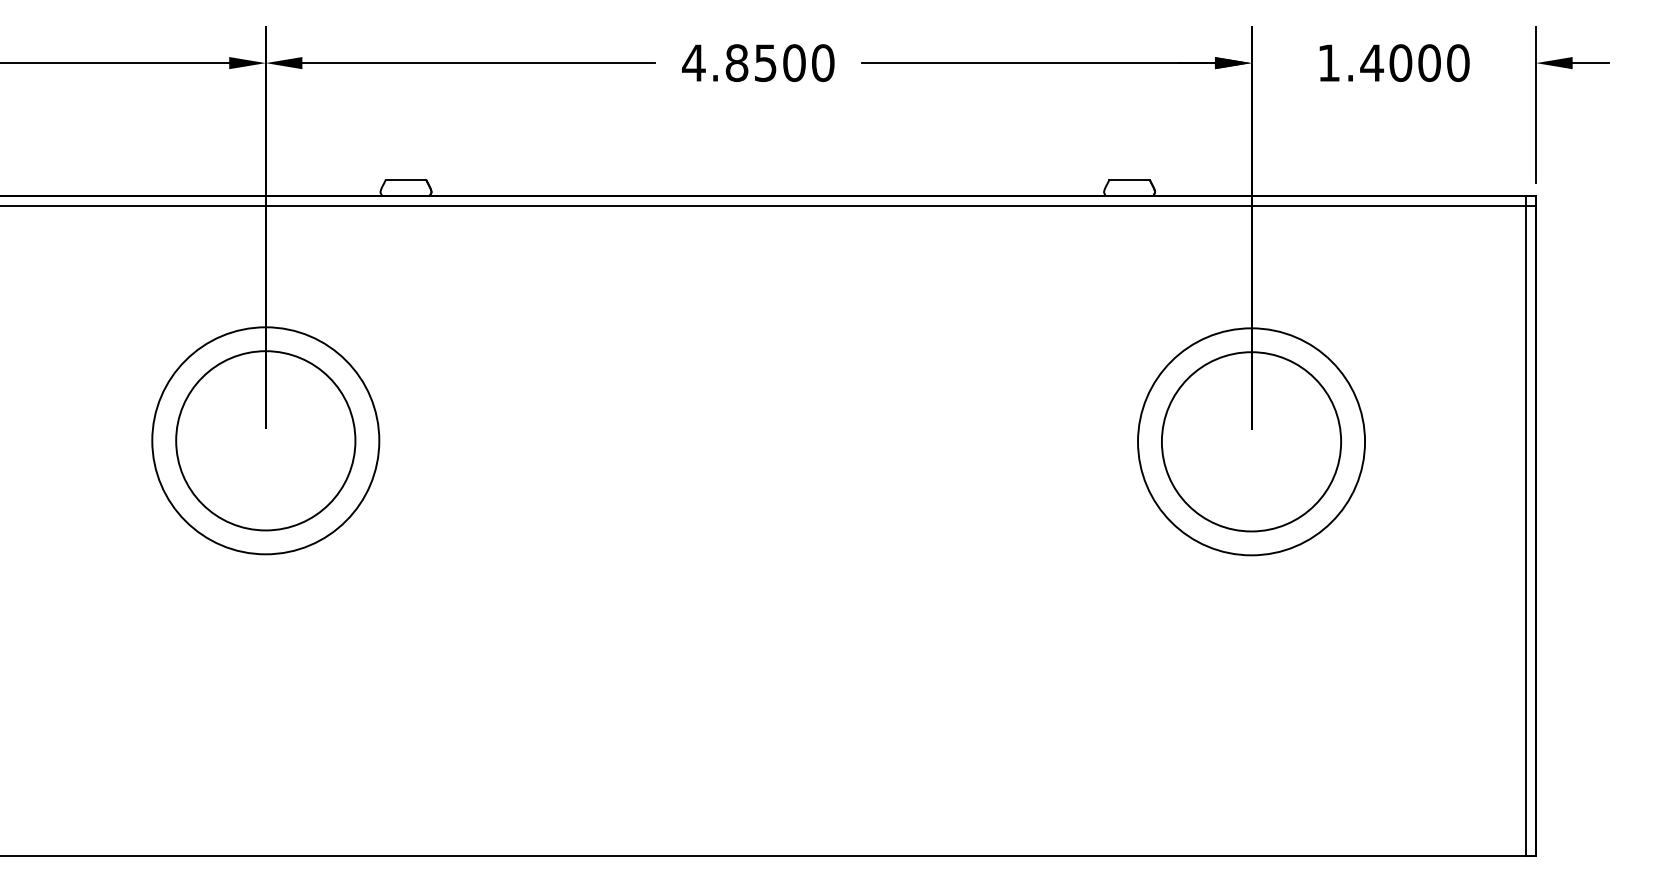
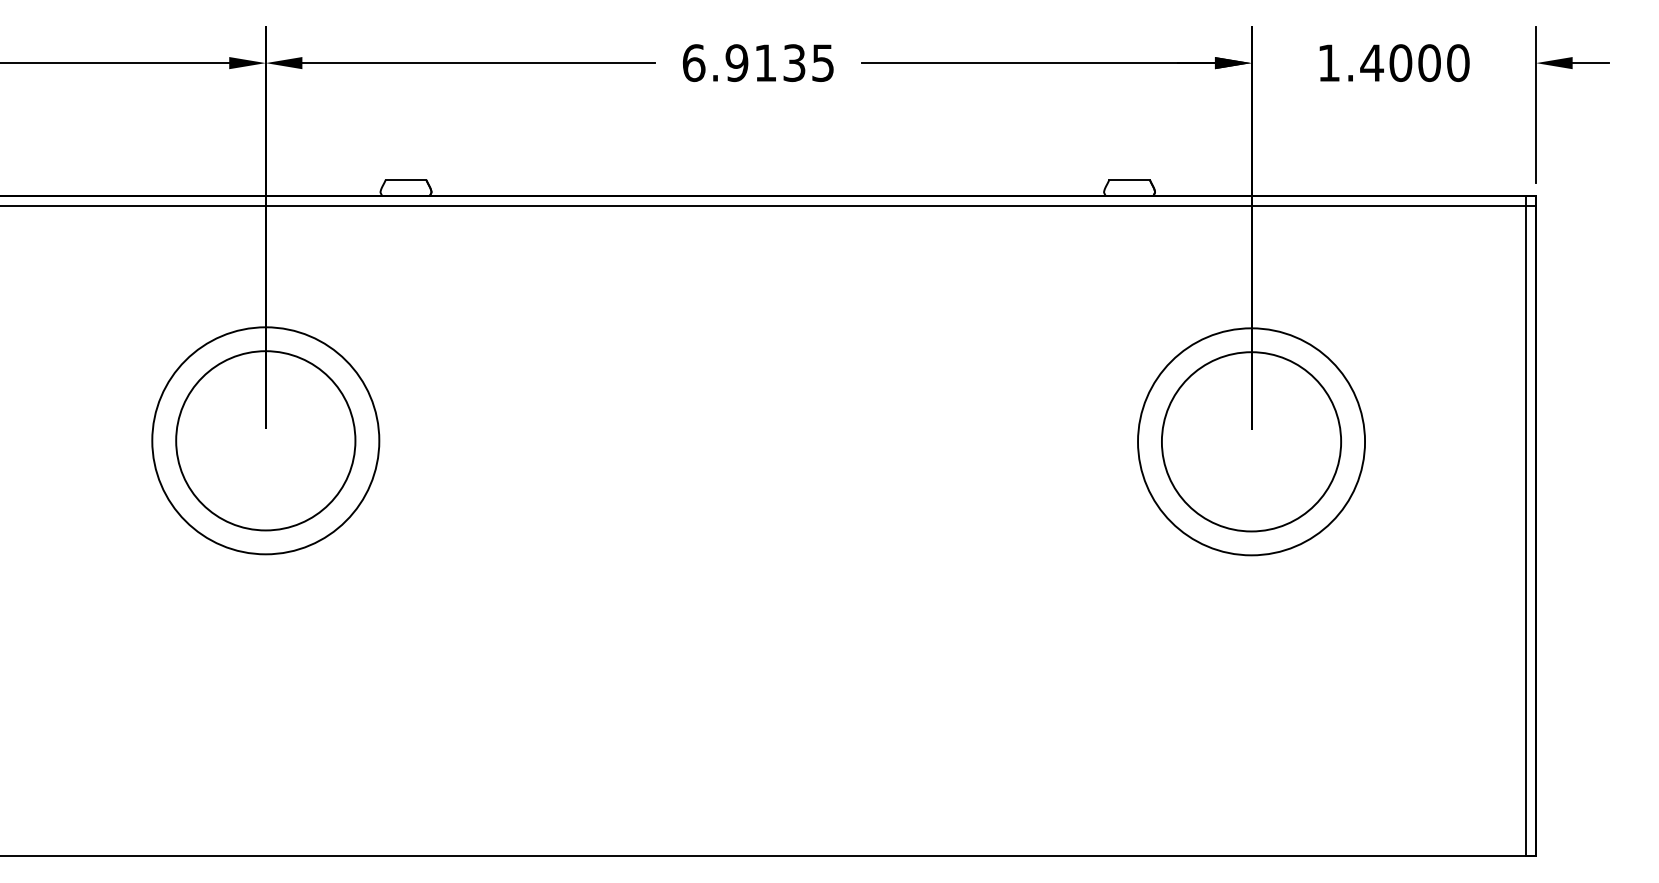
text at (758, 63): 4.8500 -> 6.9135
